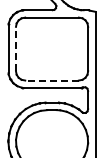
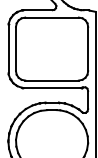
line at (16, 48): dashed -> solid
line at (52, 80): dashed -> solid
